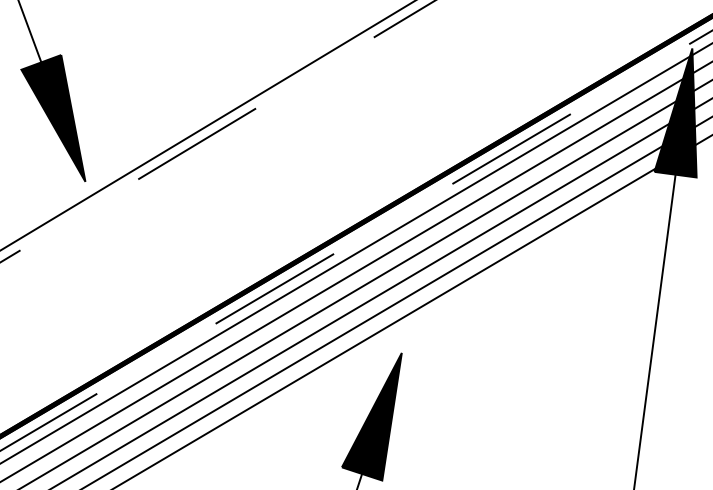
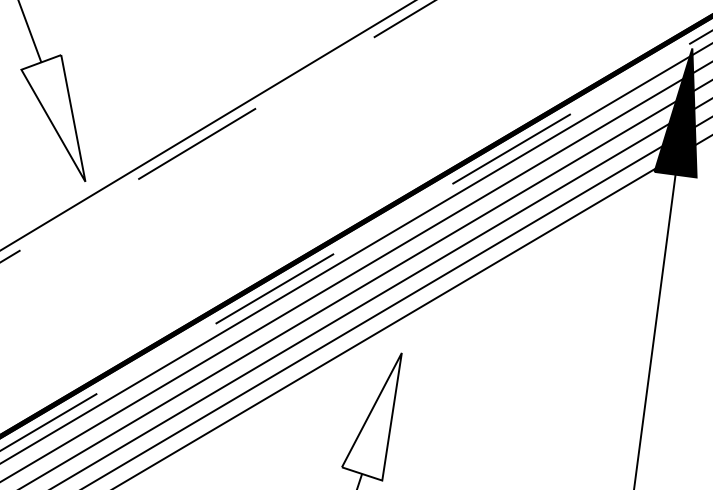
fill at (53, 118): present -> none
fill at (371, 416): present -> none
